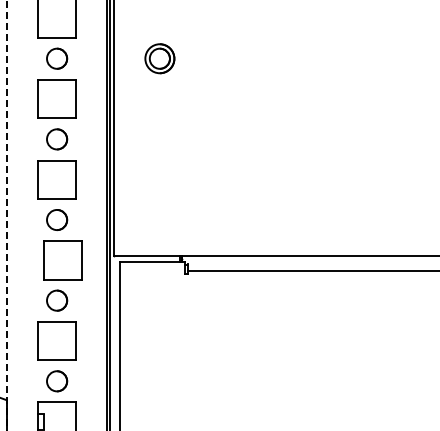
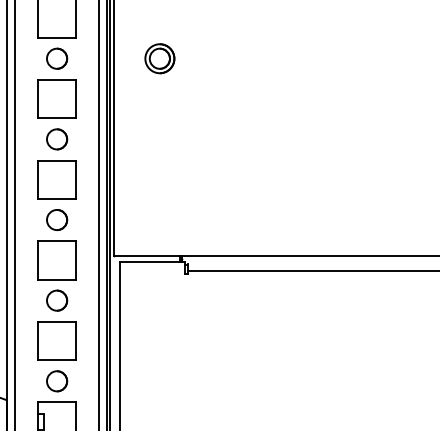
line at (15, 214): none -> present
line at (99, 214): none -> present
line at (6, 215): dashed -> solid
part at (62, 260) position: (62, 260) -> (56, 260)
